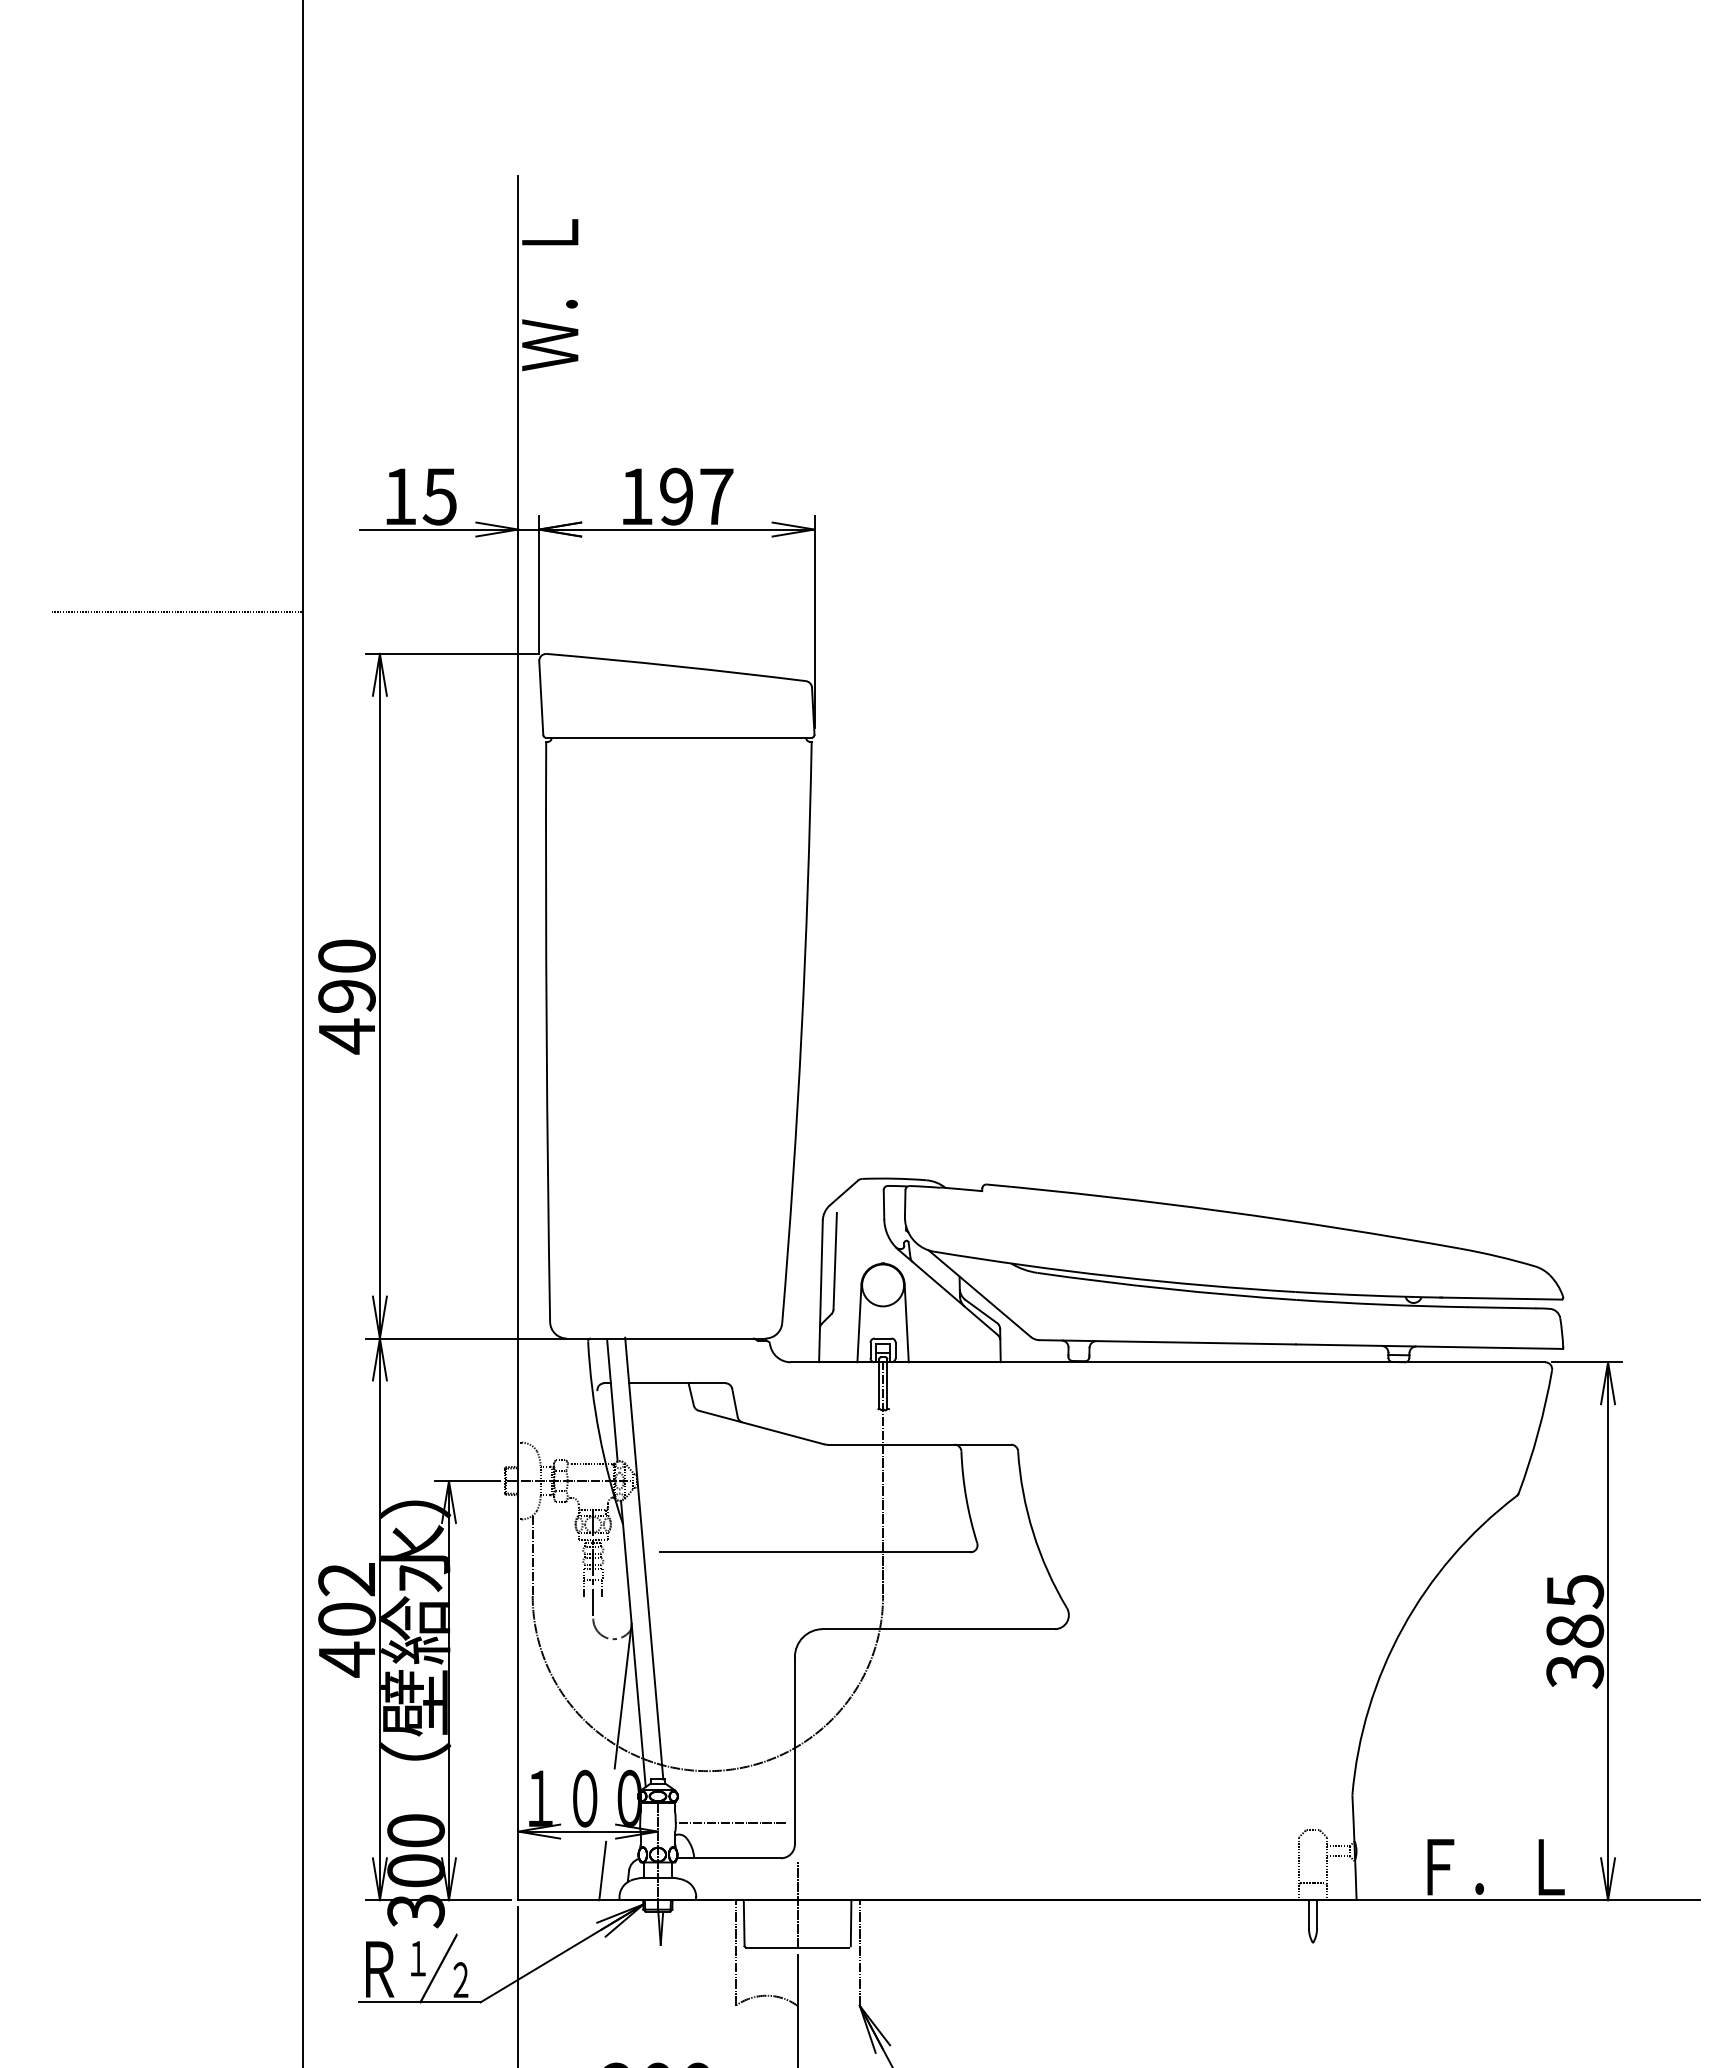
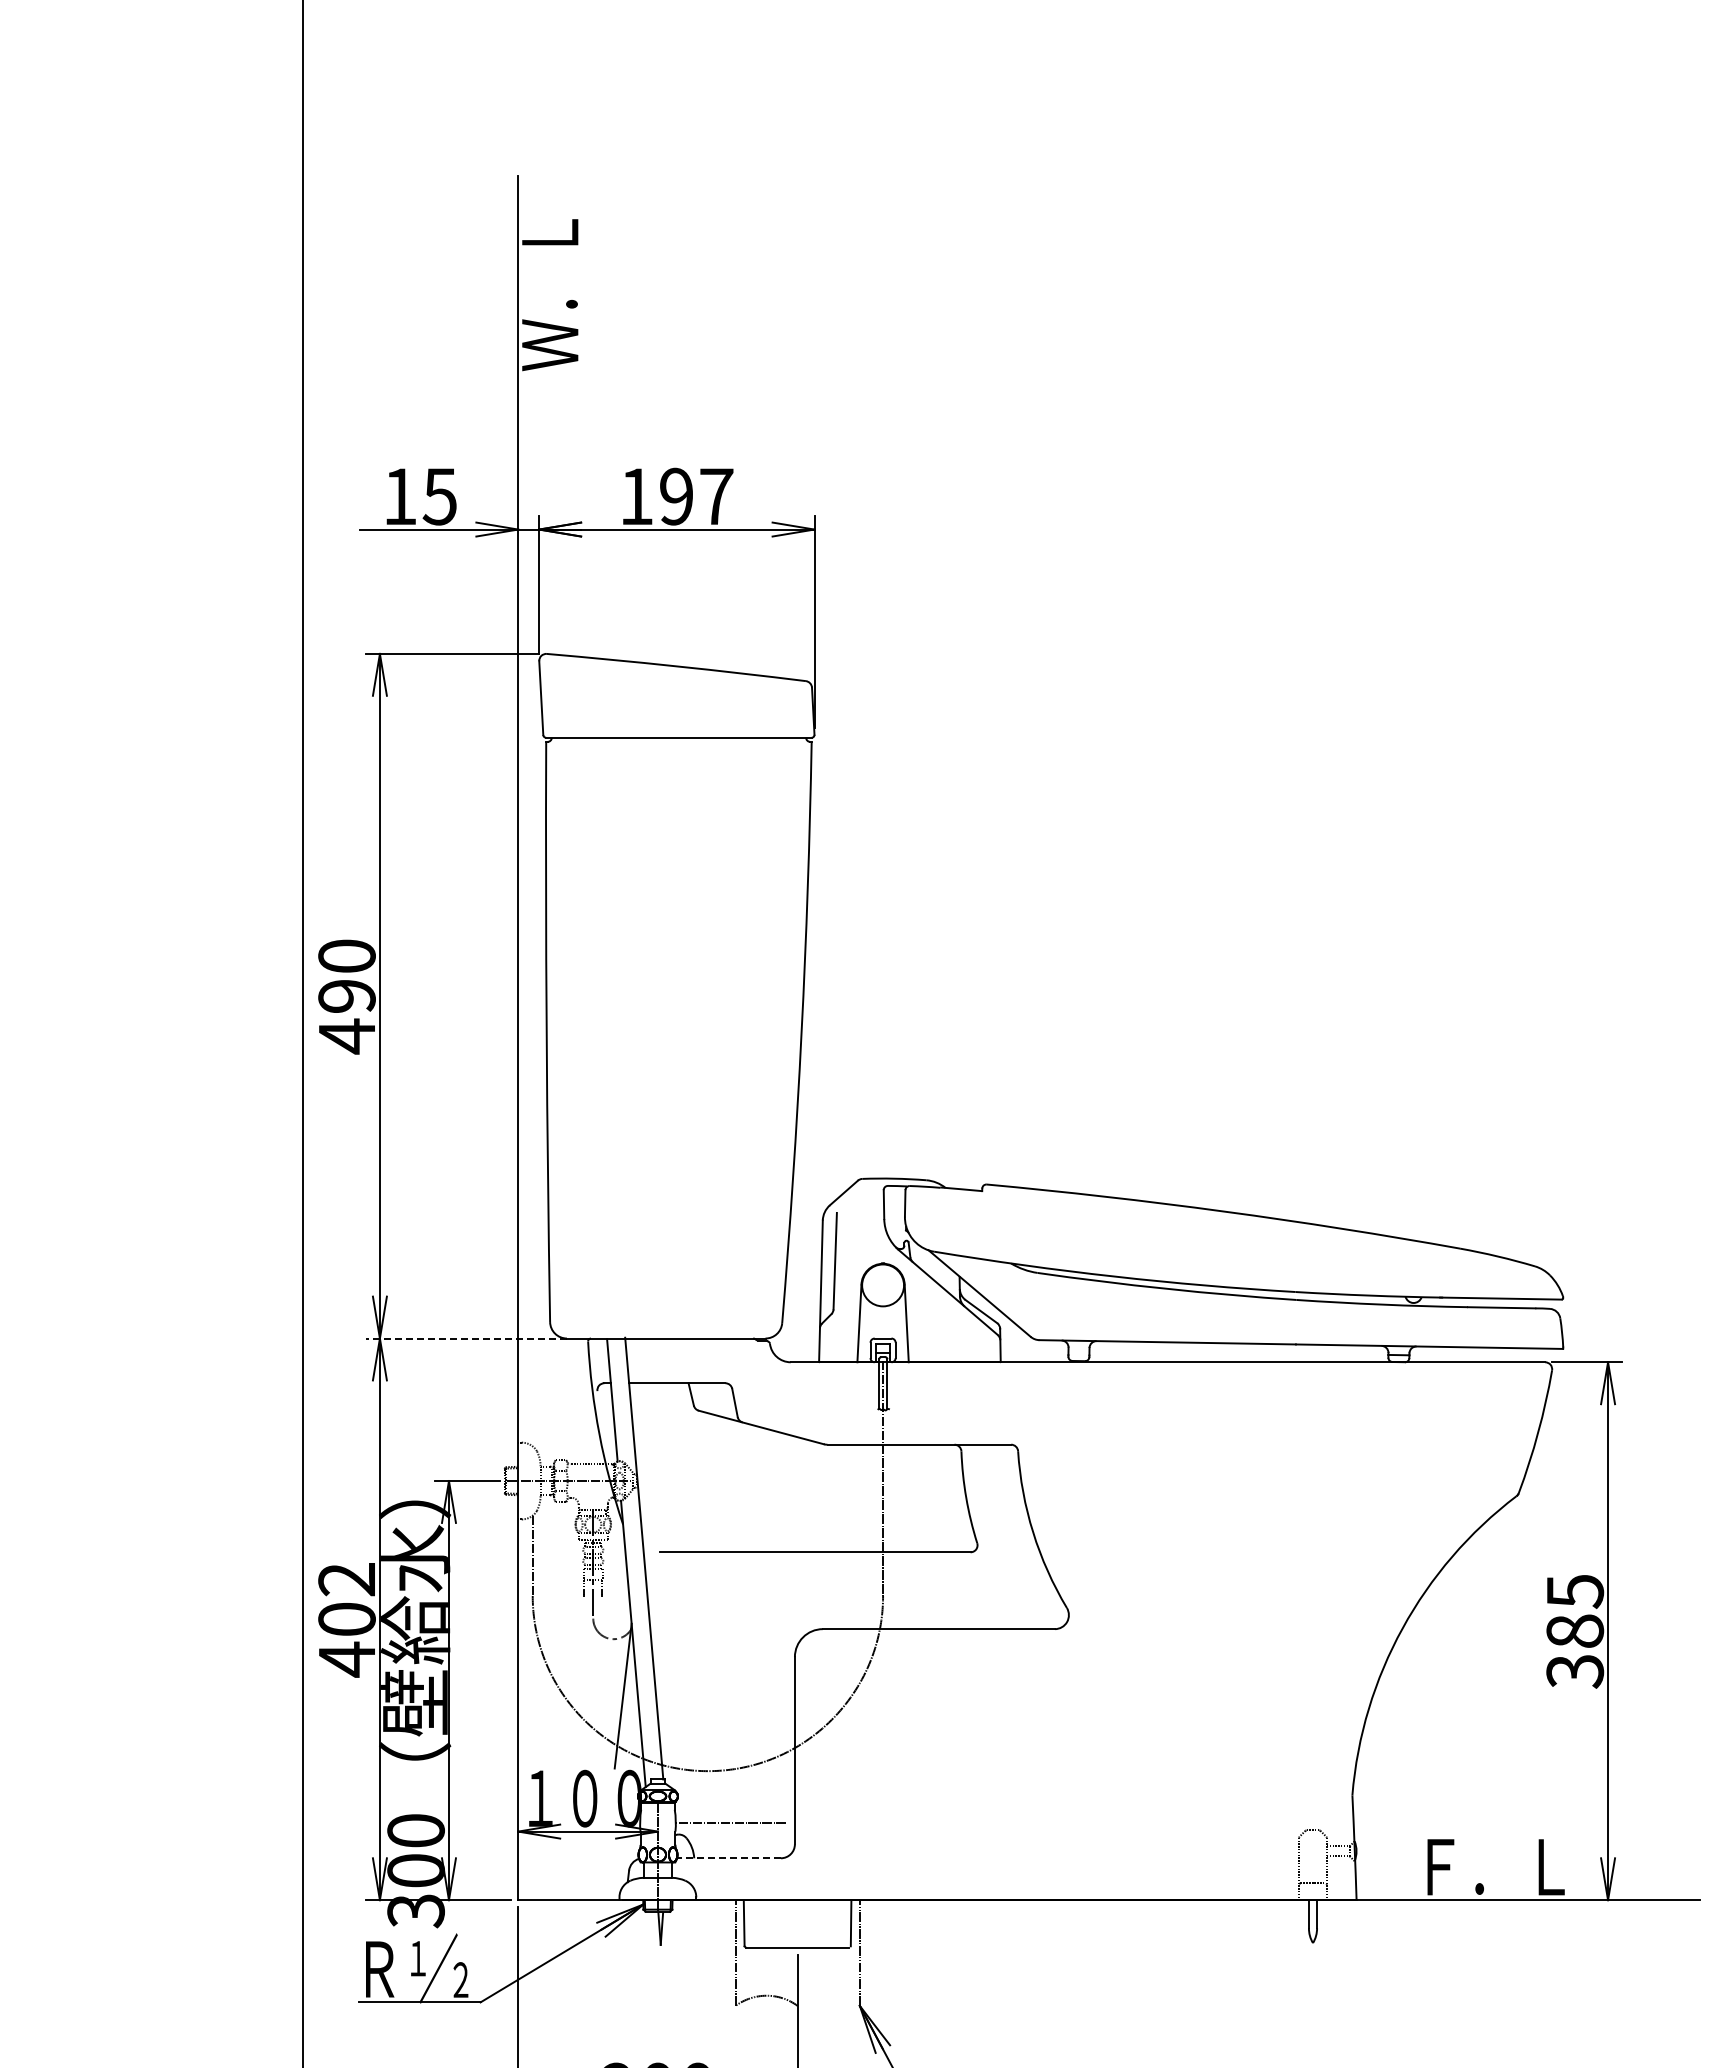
line at (177, 611): present -> none
line at (465, 1338): solid -> dashed
line at (729, 1858): solid -> dashed
line at (602, 1870): present -> none
line at (797, 1904): present -> none
